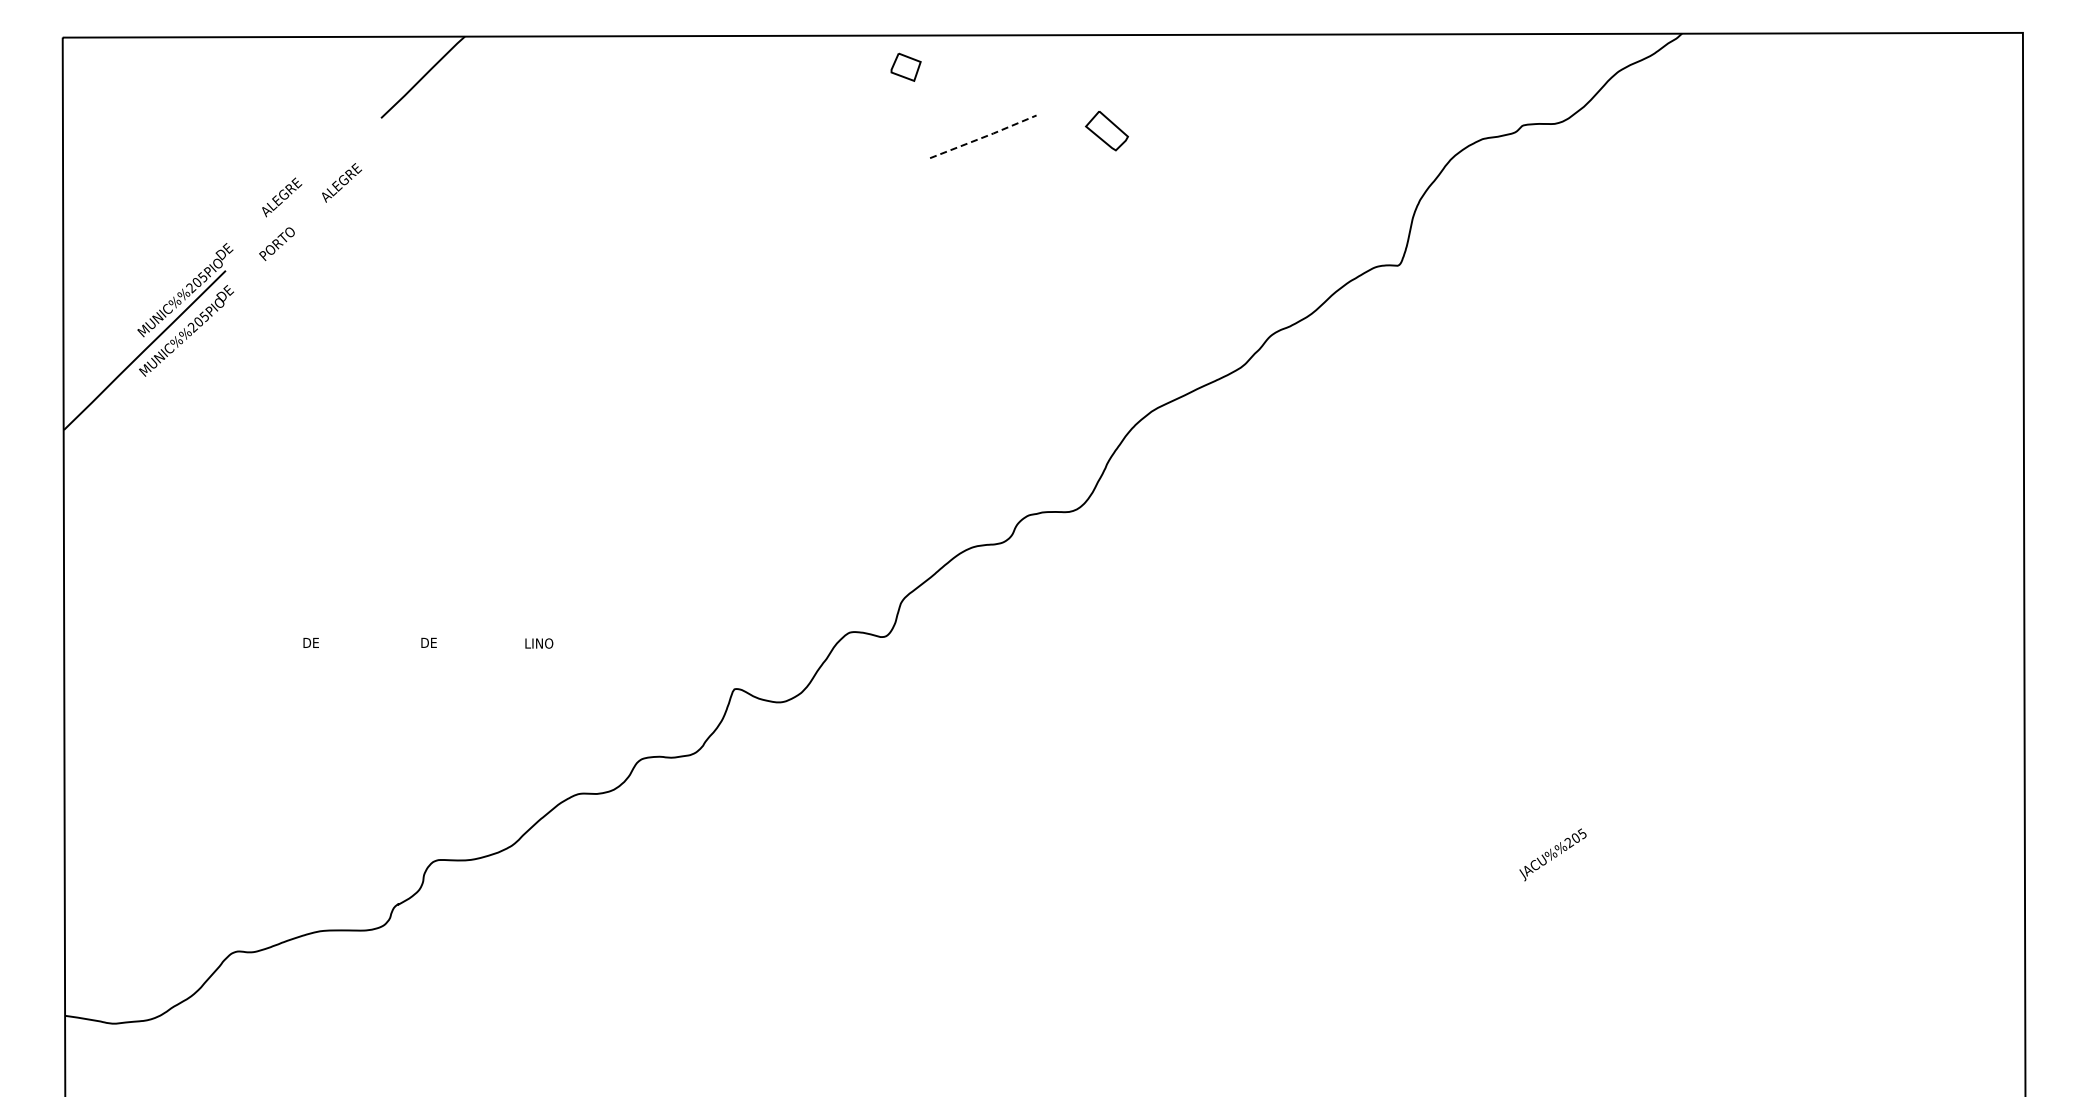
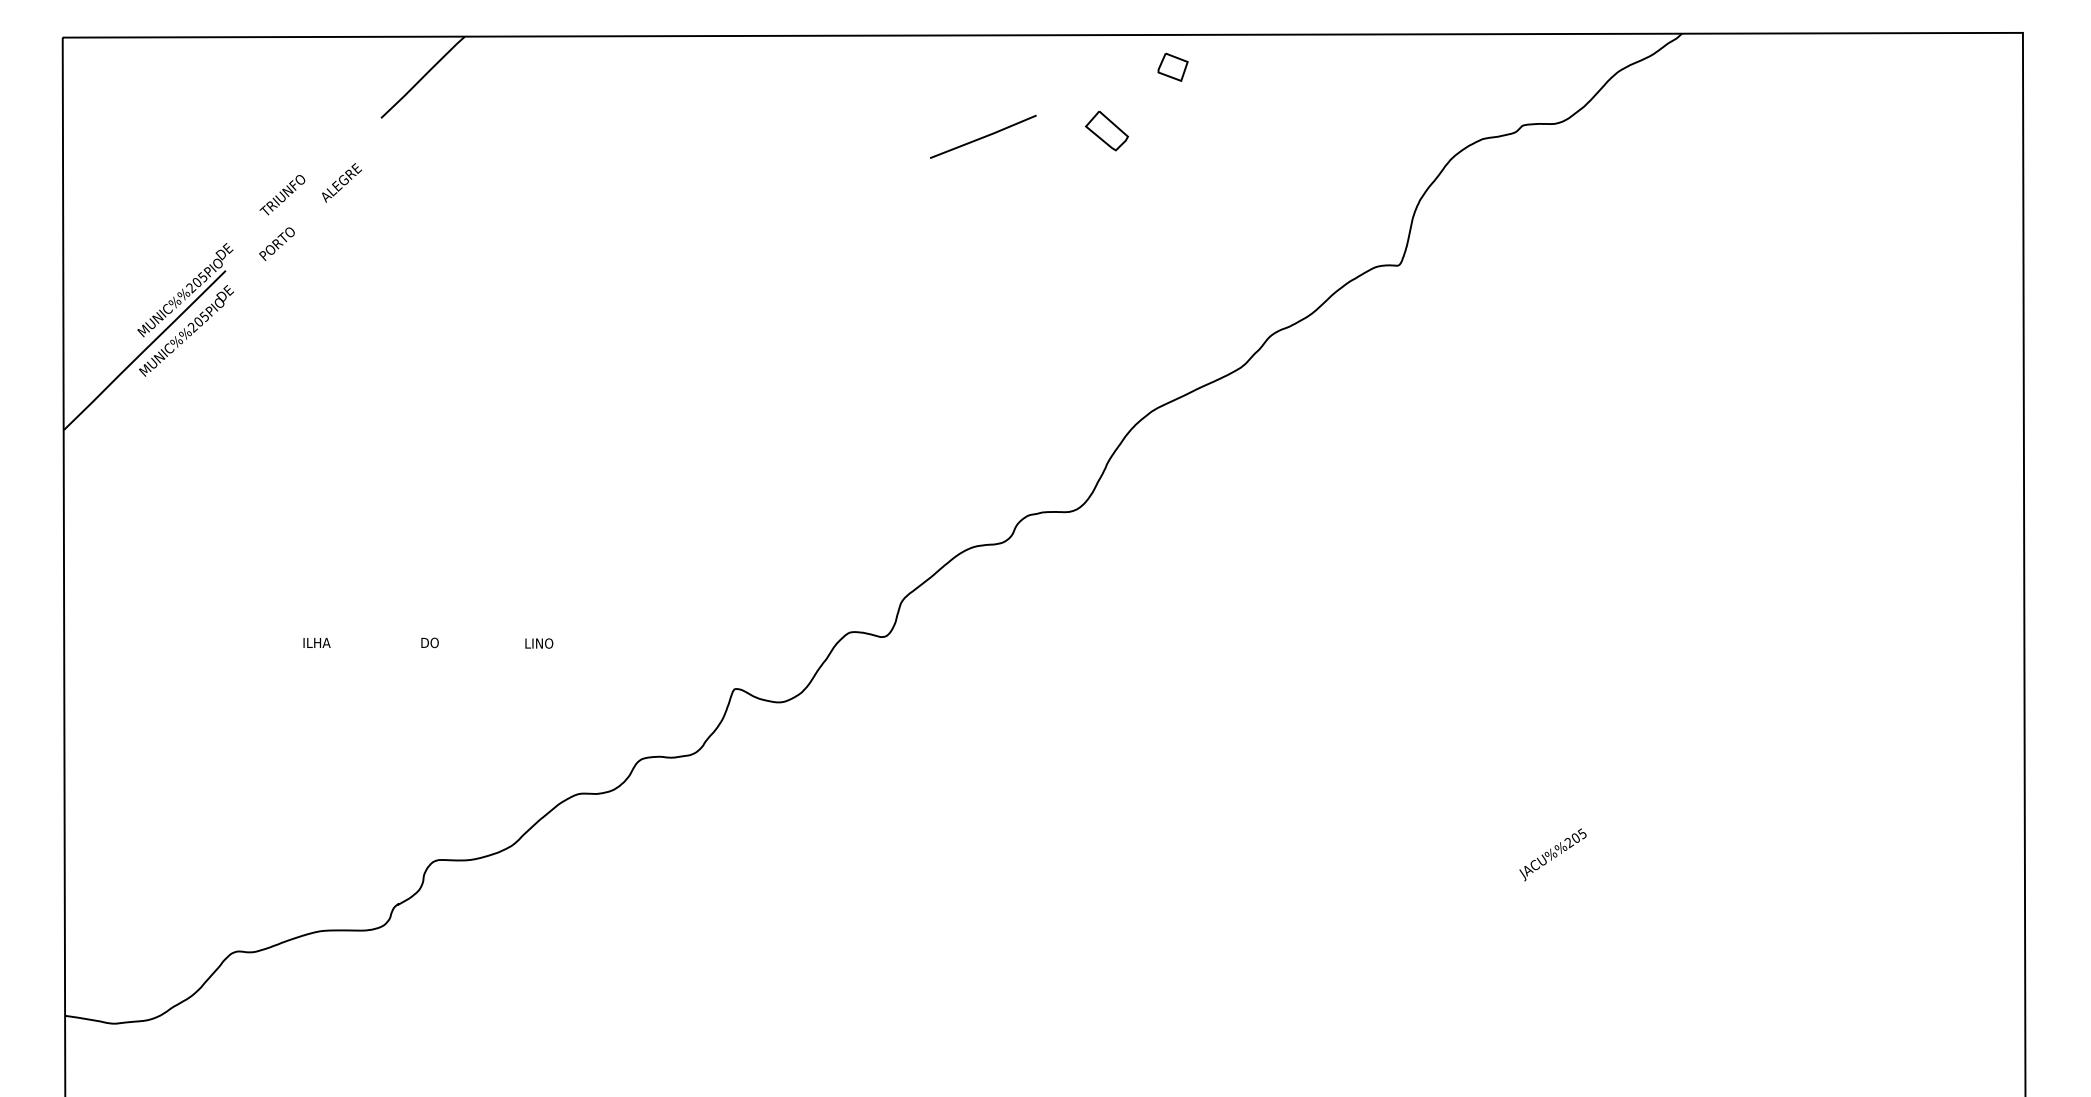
part at (905, 66) position: (905, 66) -> (1172, 66)
line at (984, 137): dashed -> solid
text at (282, 196): ALEGRE -> TRIUNFO
text at (317, 642): DE -> ILHA
text at (434, 642): DE -> DO
